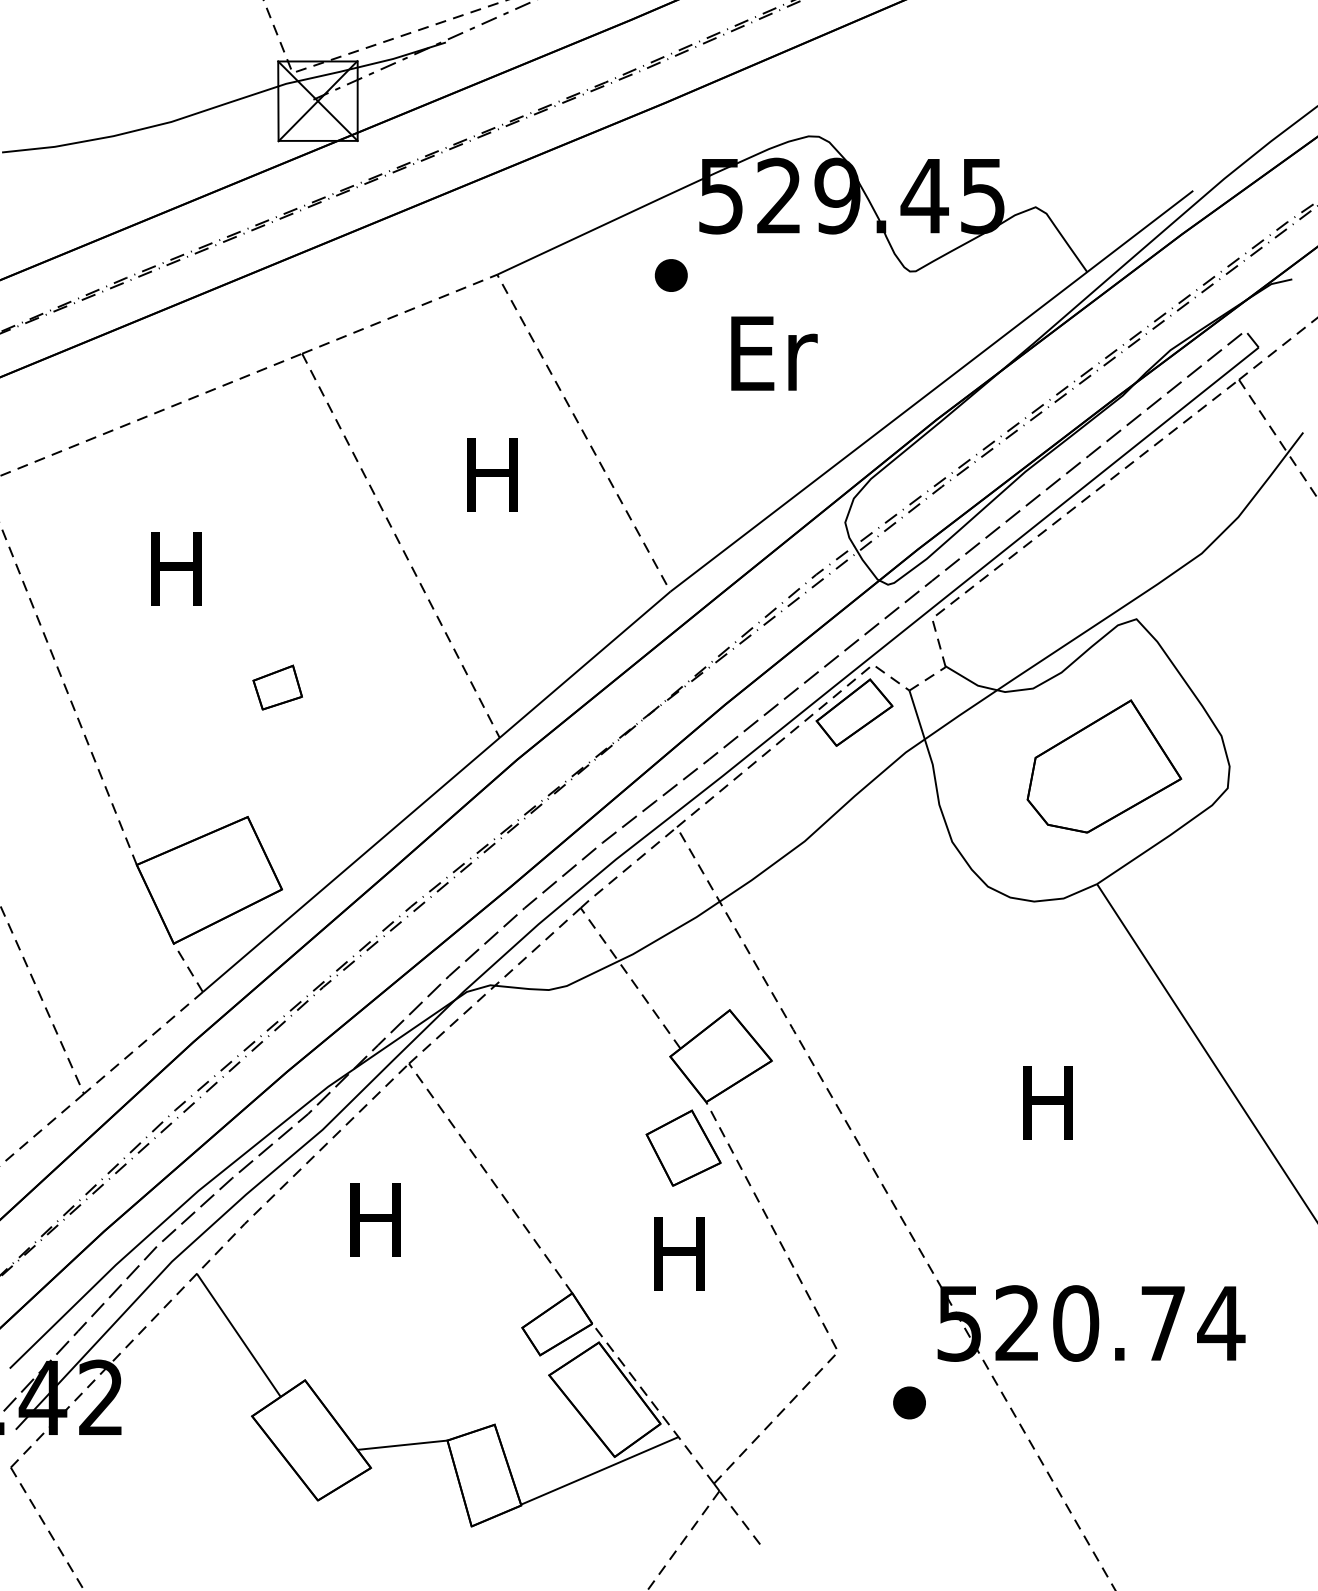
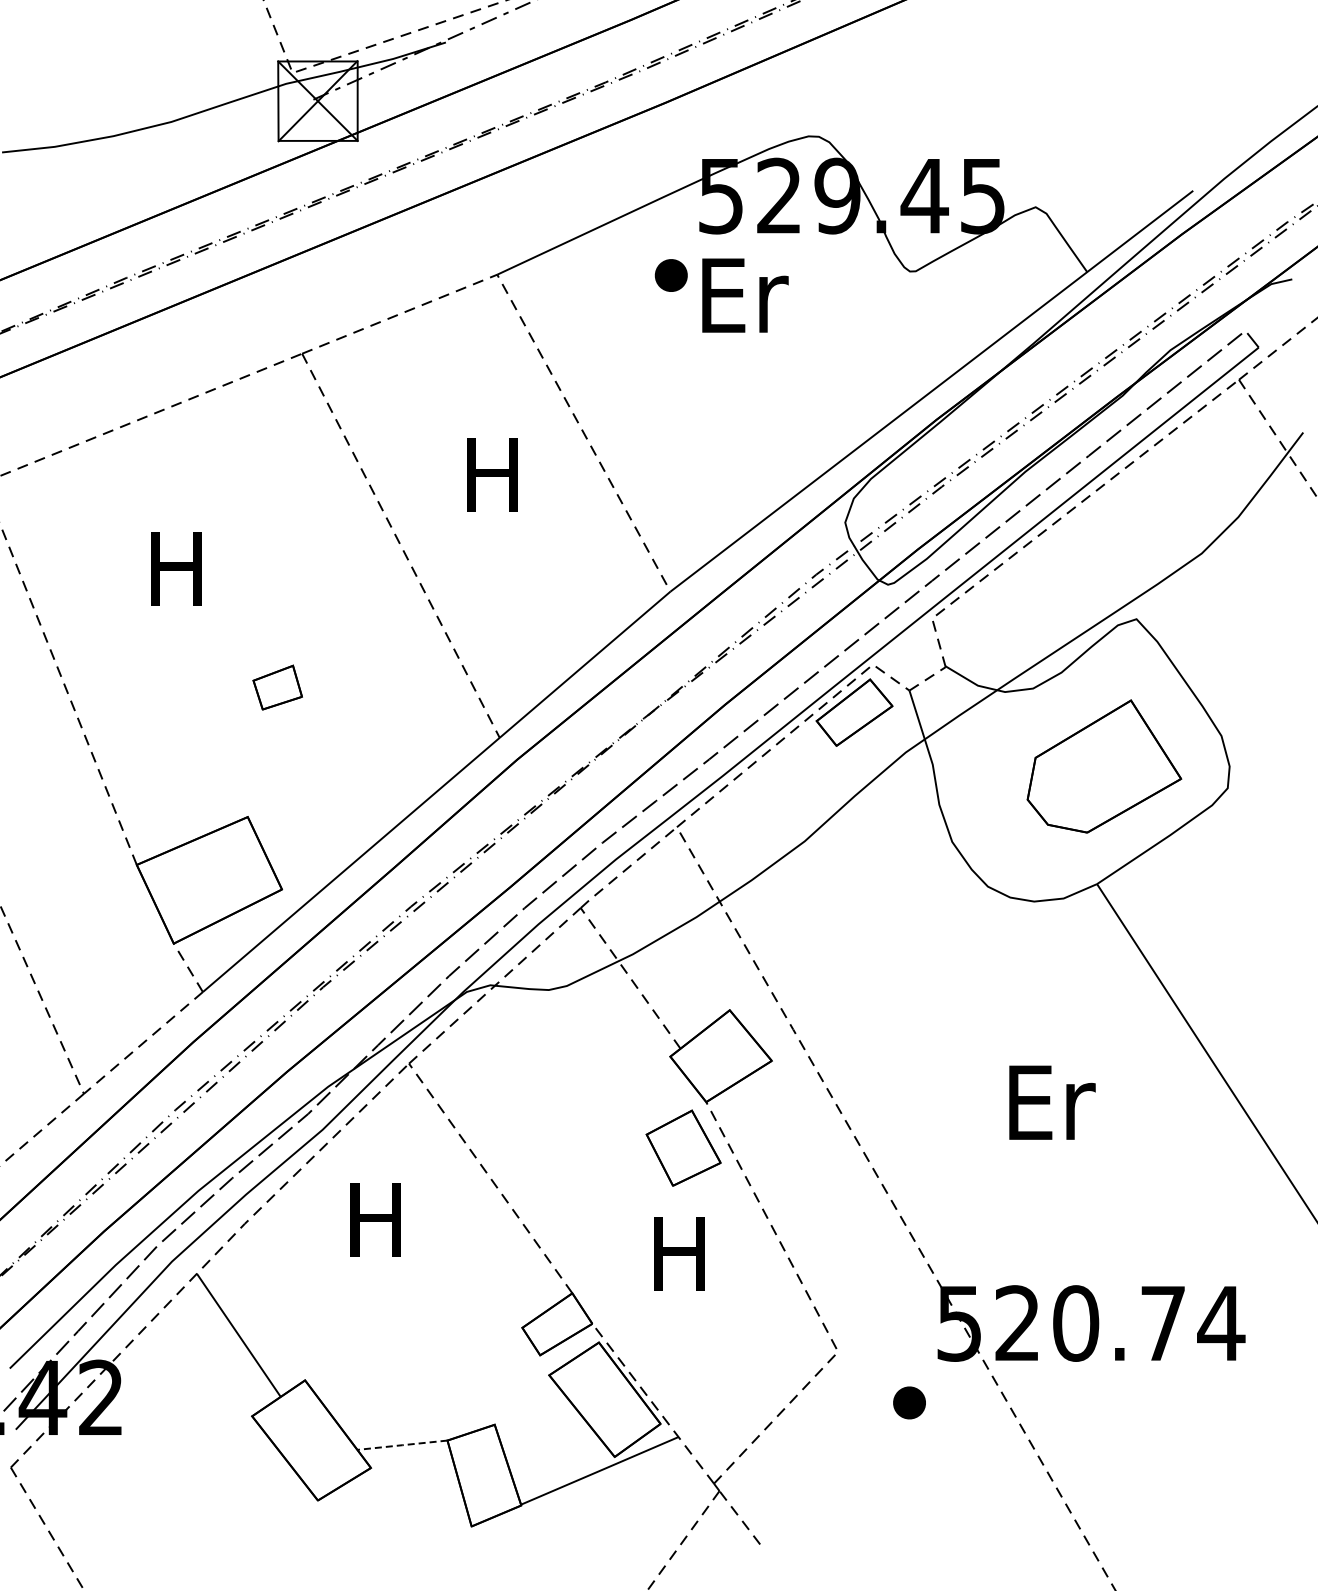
text at (774, 353) position: (774, 353) -> (745, 295)
text at (1052, 1102): H -> Er
line at (402, 1445): solid -> dashed
